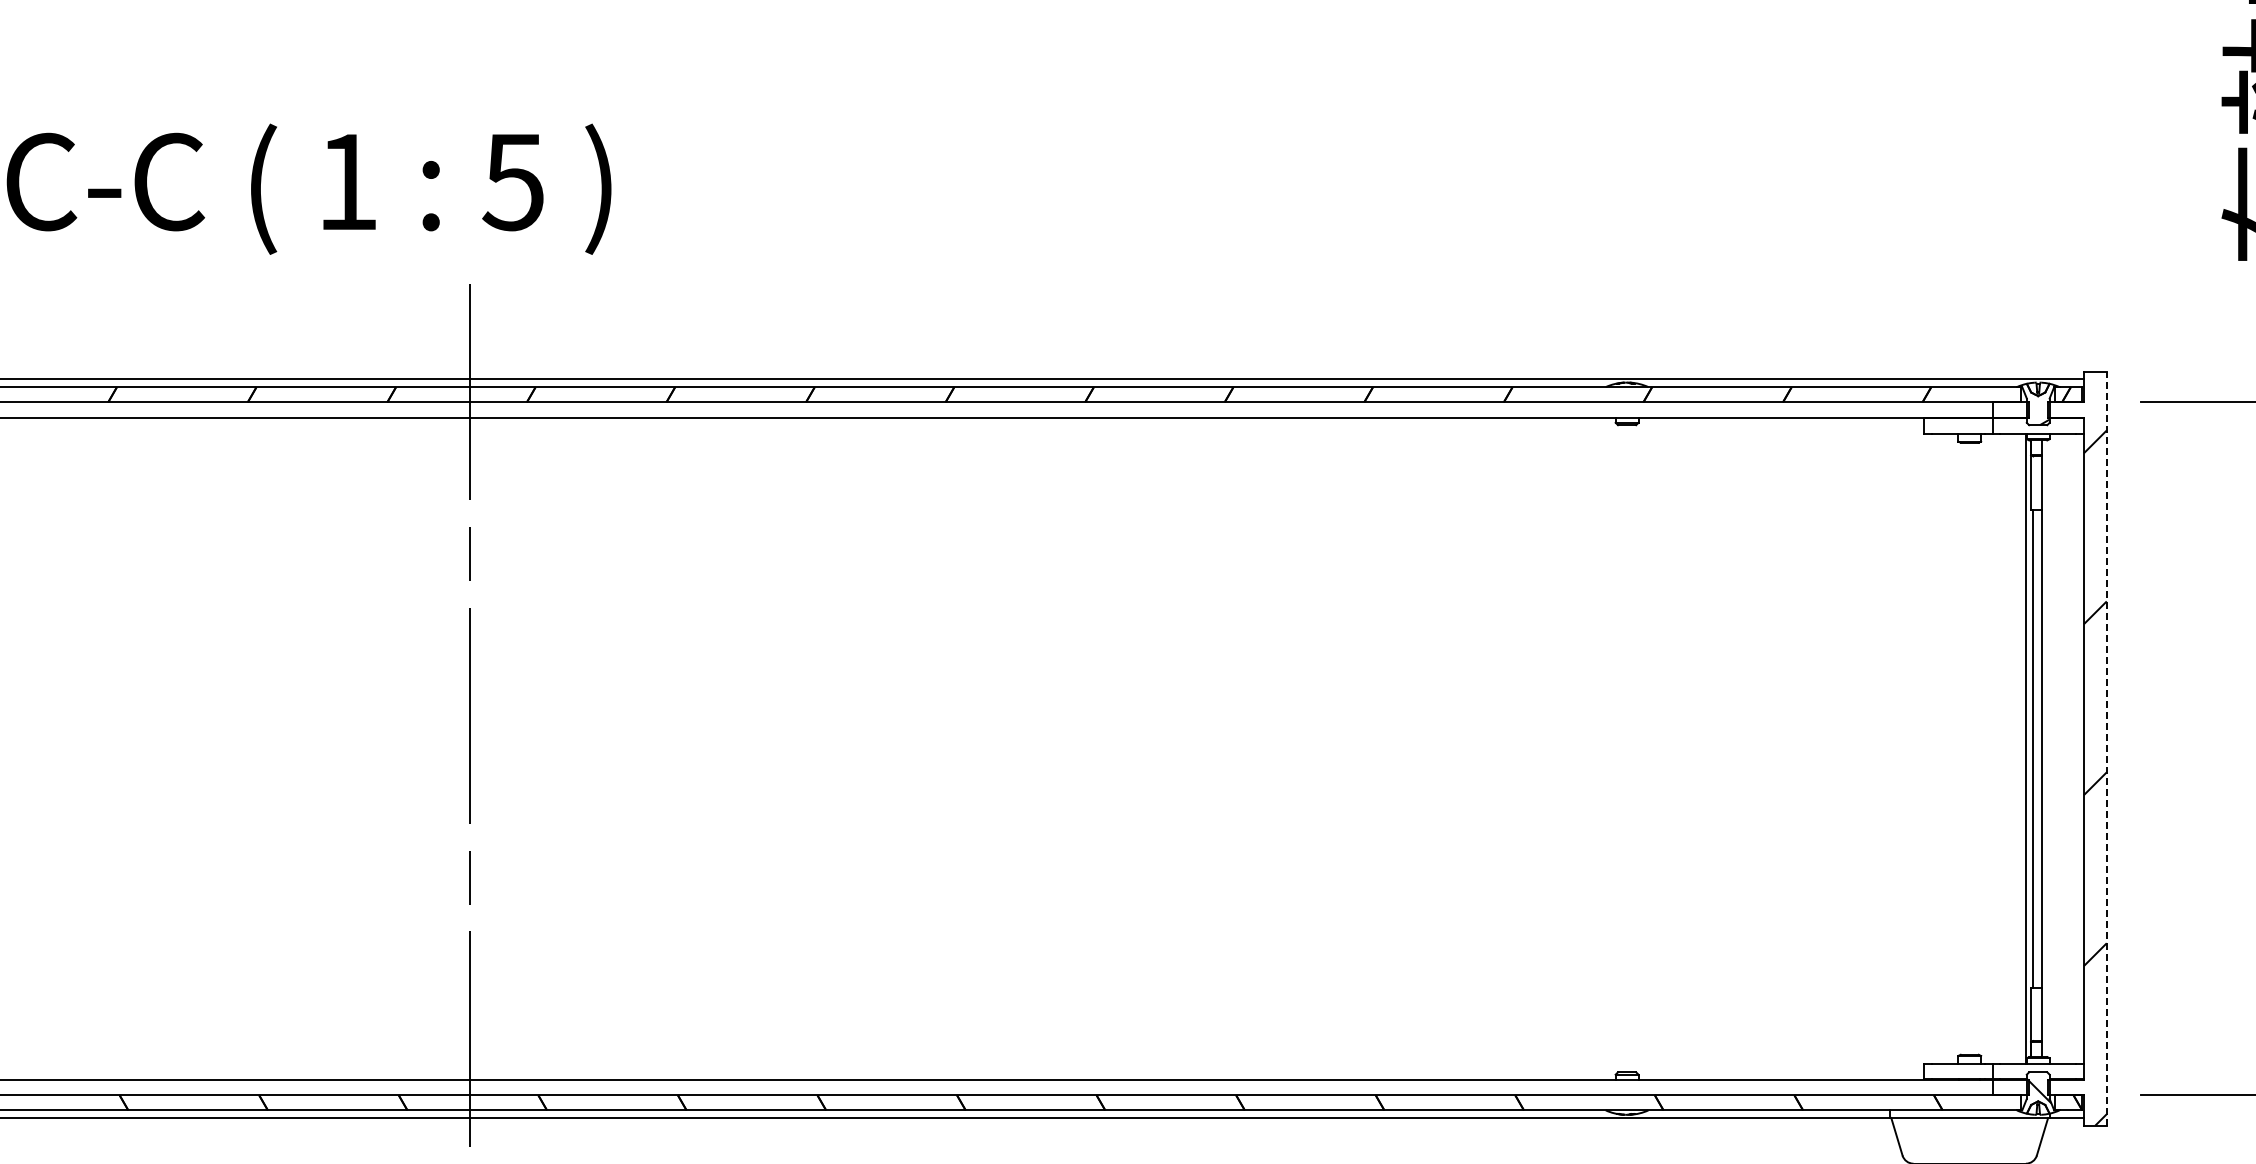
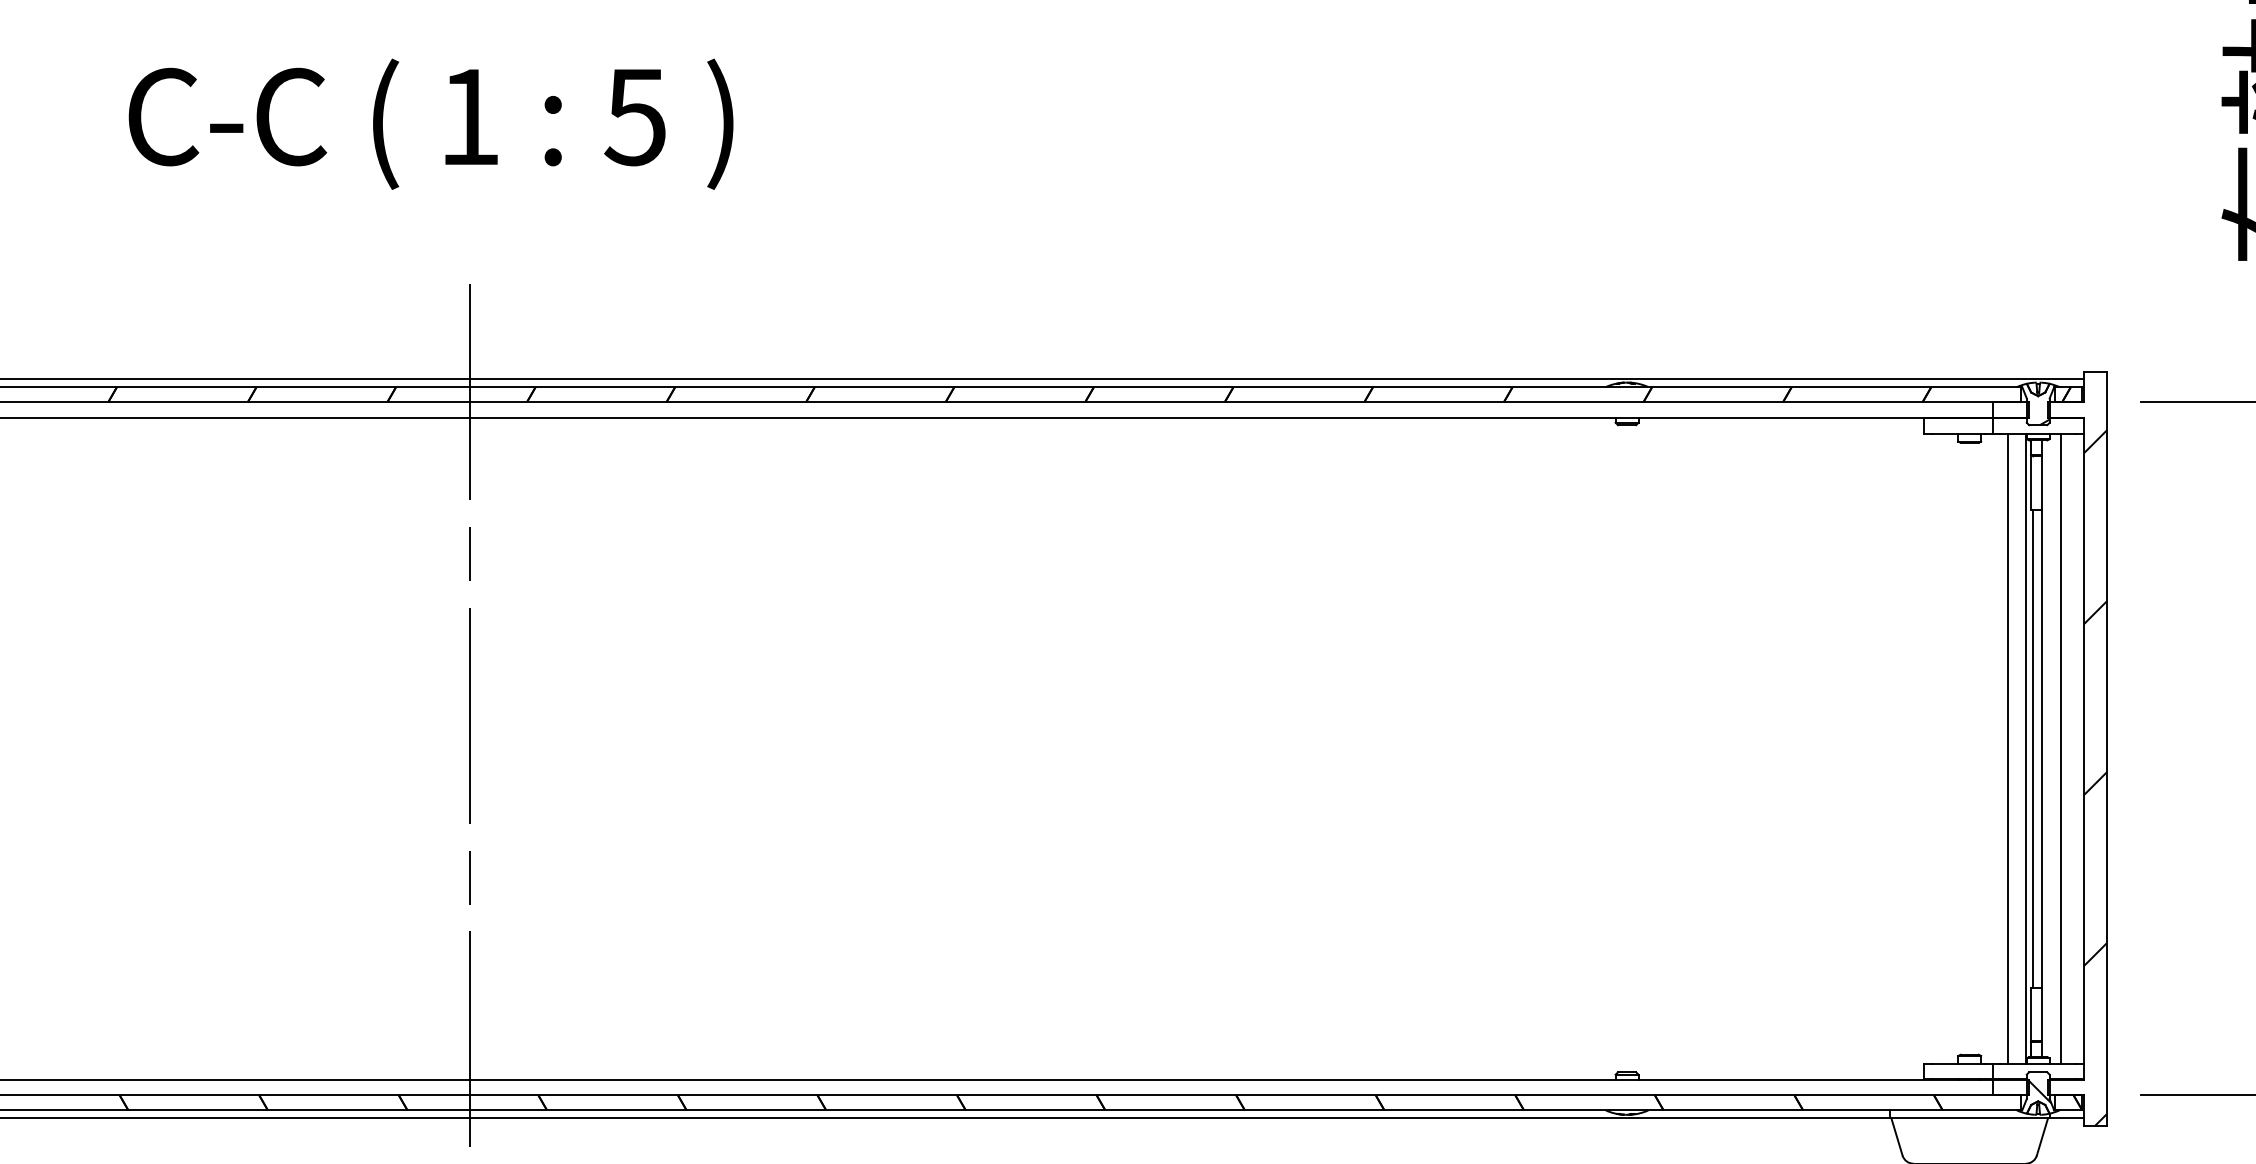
text at (308, 188) position: (308, 188) -> (430, 123)
line at (2007, 748): none -> present
line at (2061, 748): none -> present
line at (2106, 748): dashed -> solid
